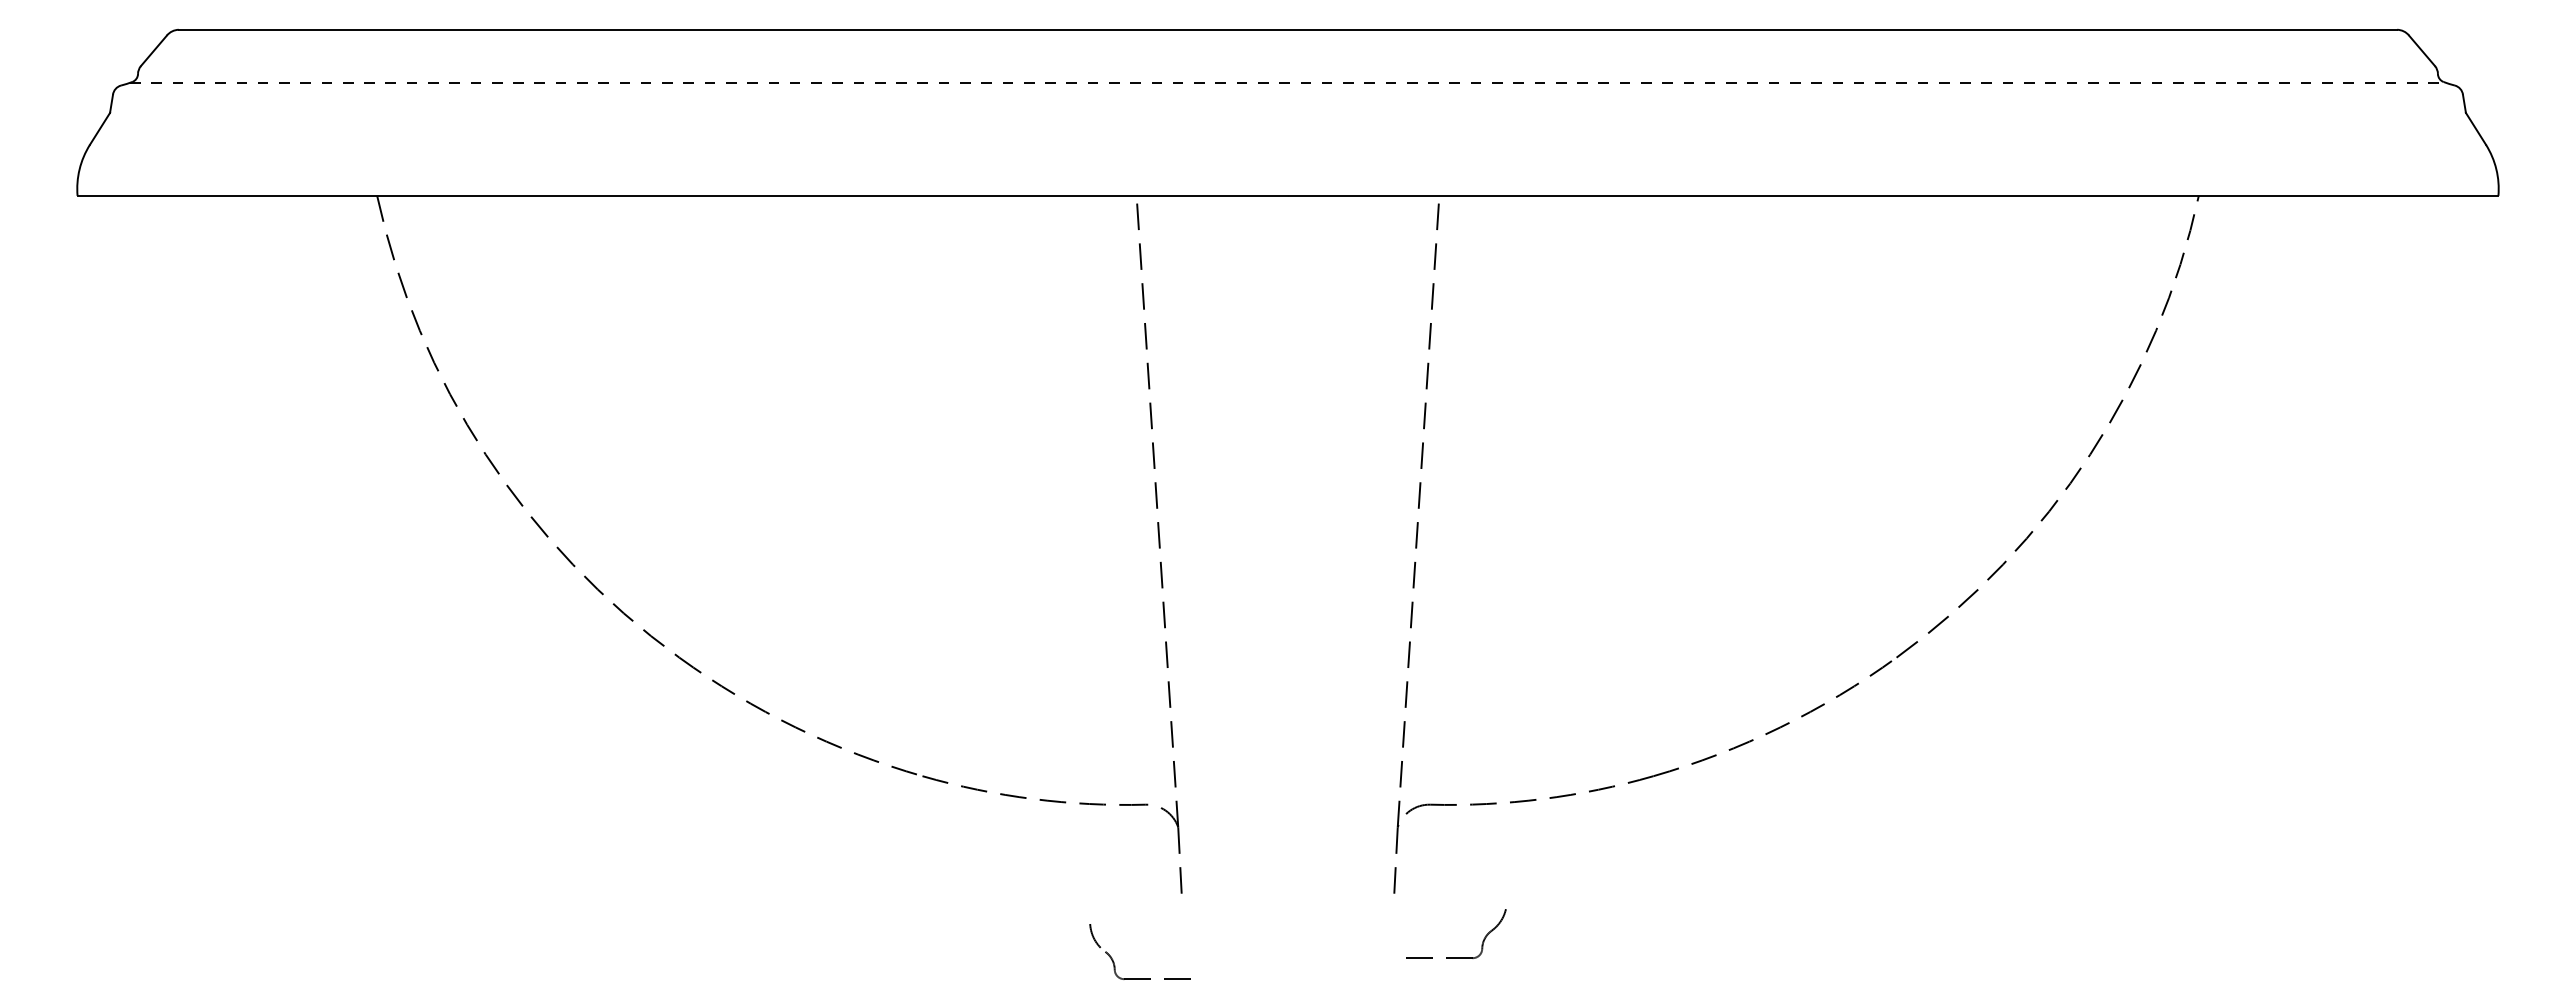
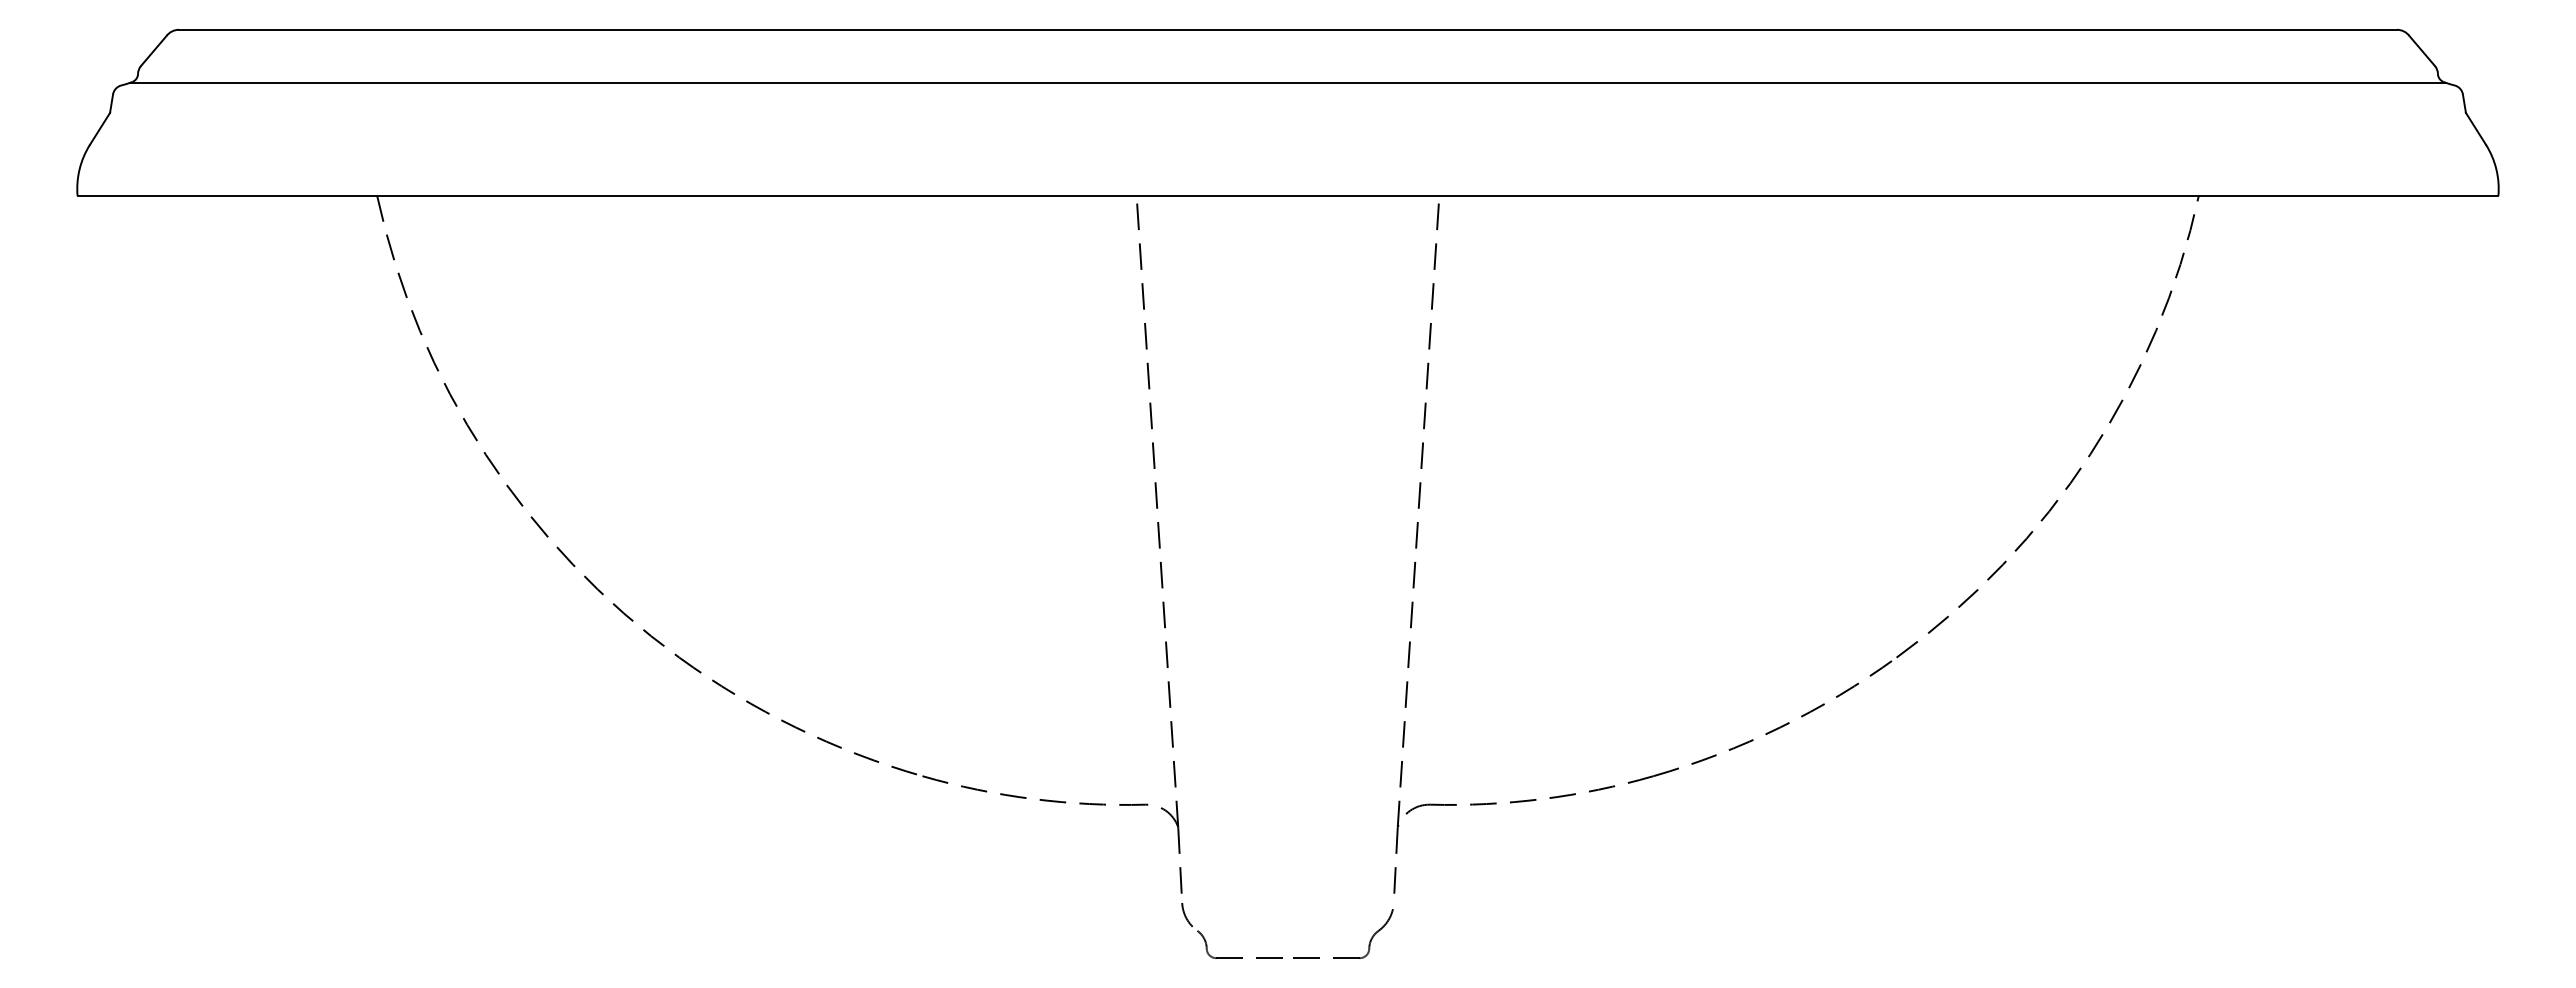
line at (1288, 82): dashed -> solid
part at (1456, 957) position: (1456, 957) -> (1343, 957)
part at (1139, 978) position: (1139, 978) -> (1231, 957)
